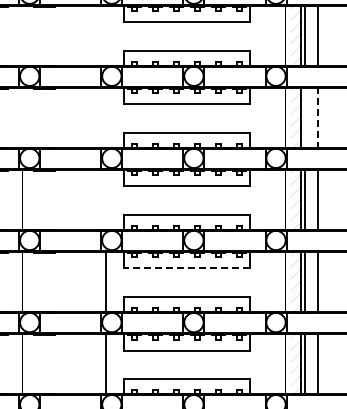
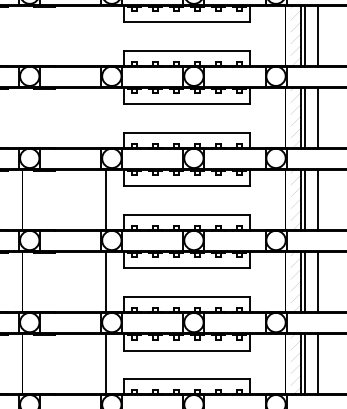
line at (305, 118): none -> present
line at (317, 118): dashed -> solid
line at (106, 200): none -> present
line at (186, 268): dashed -> solid
